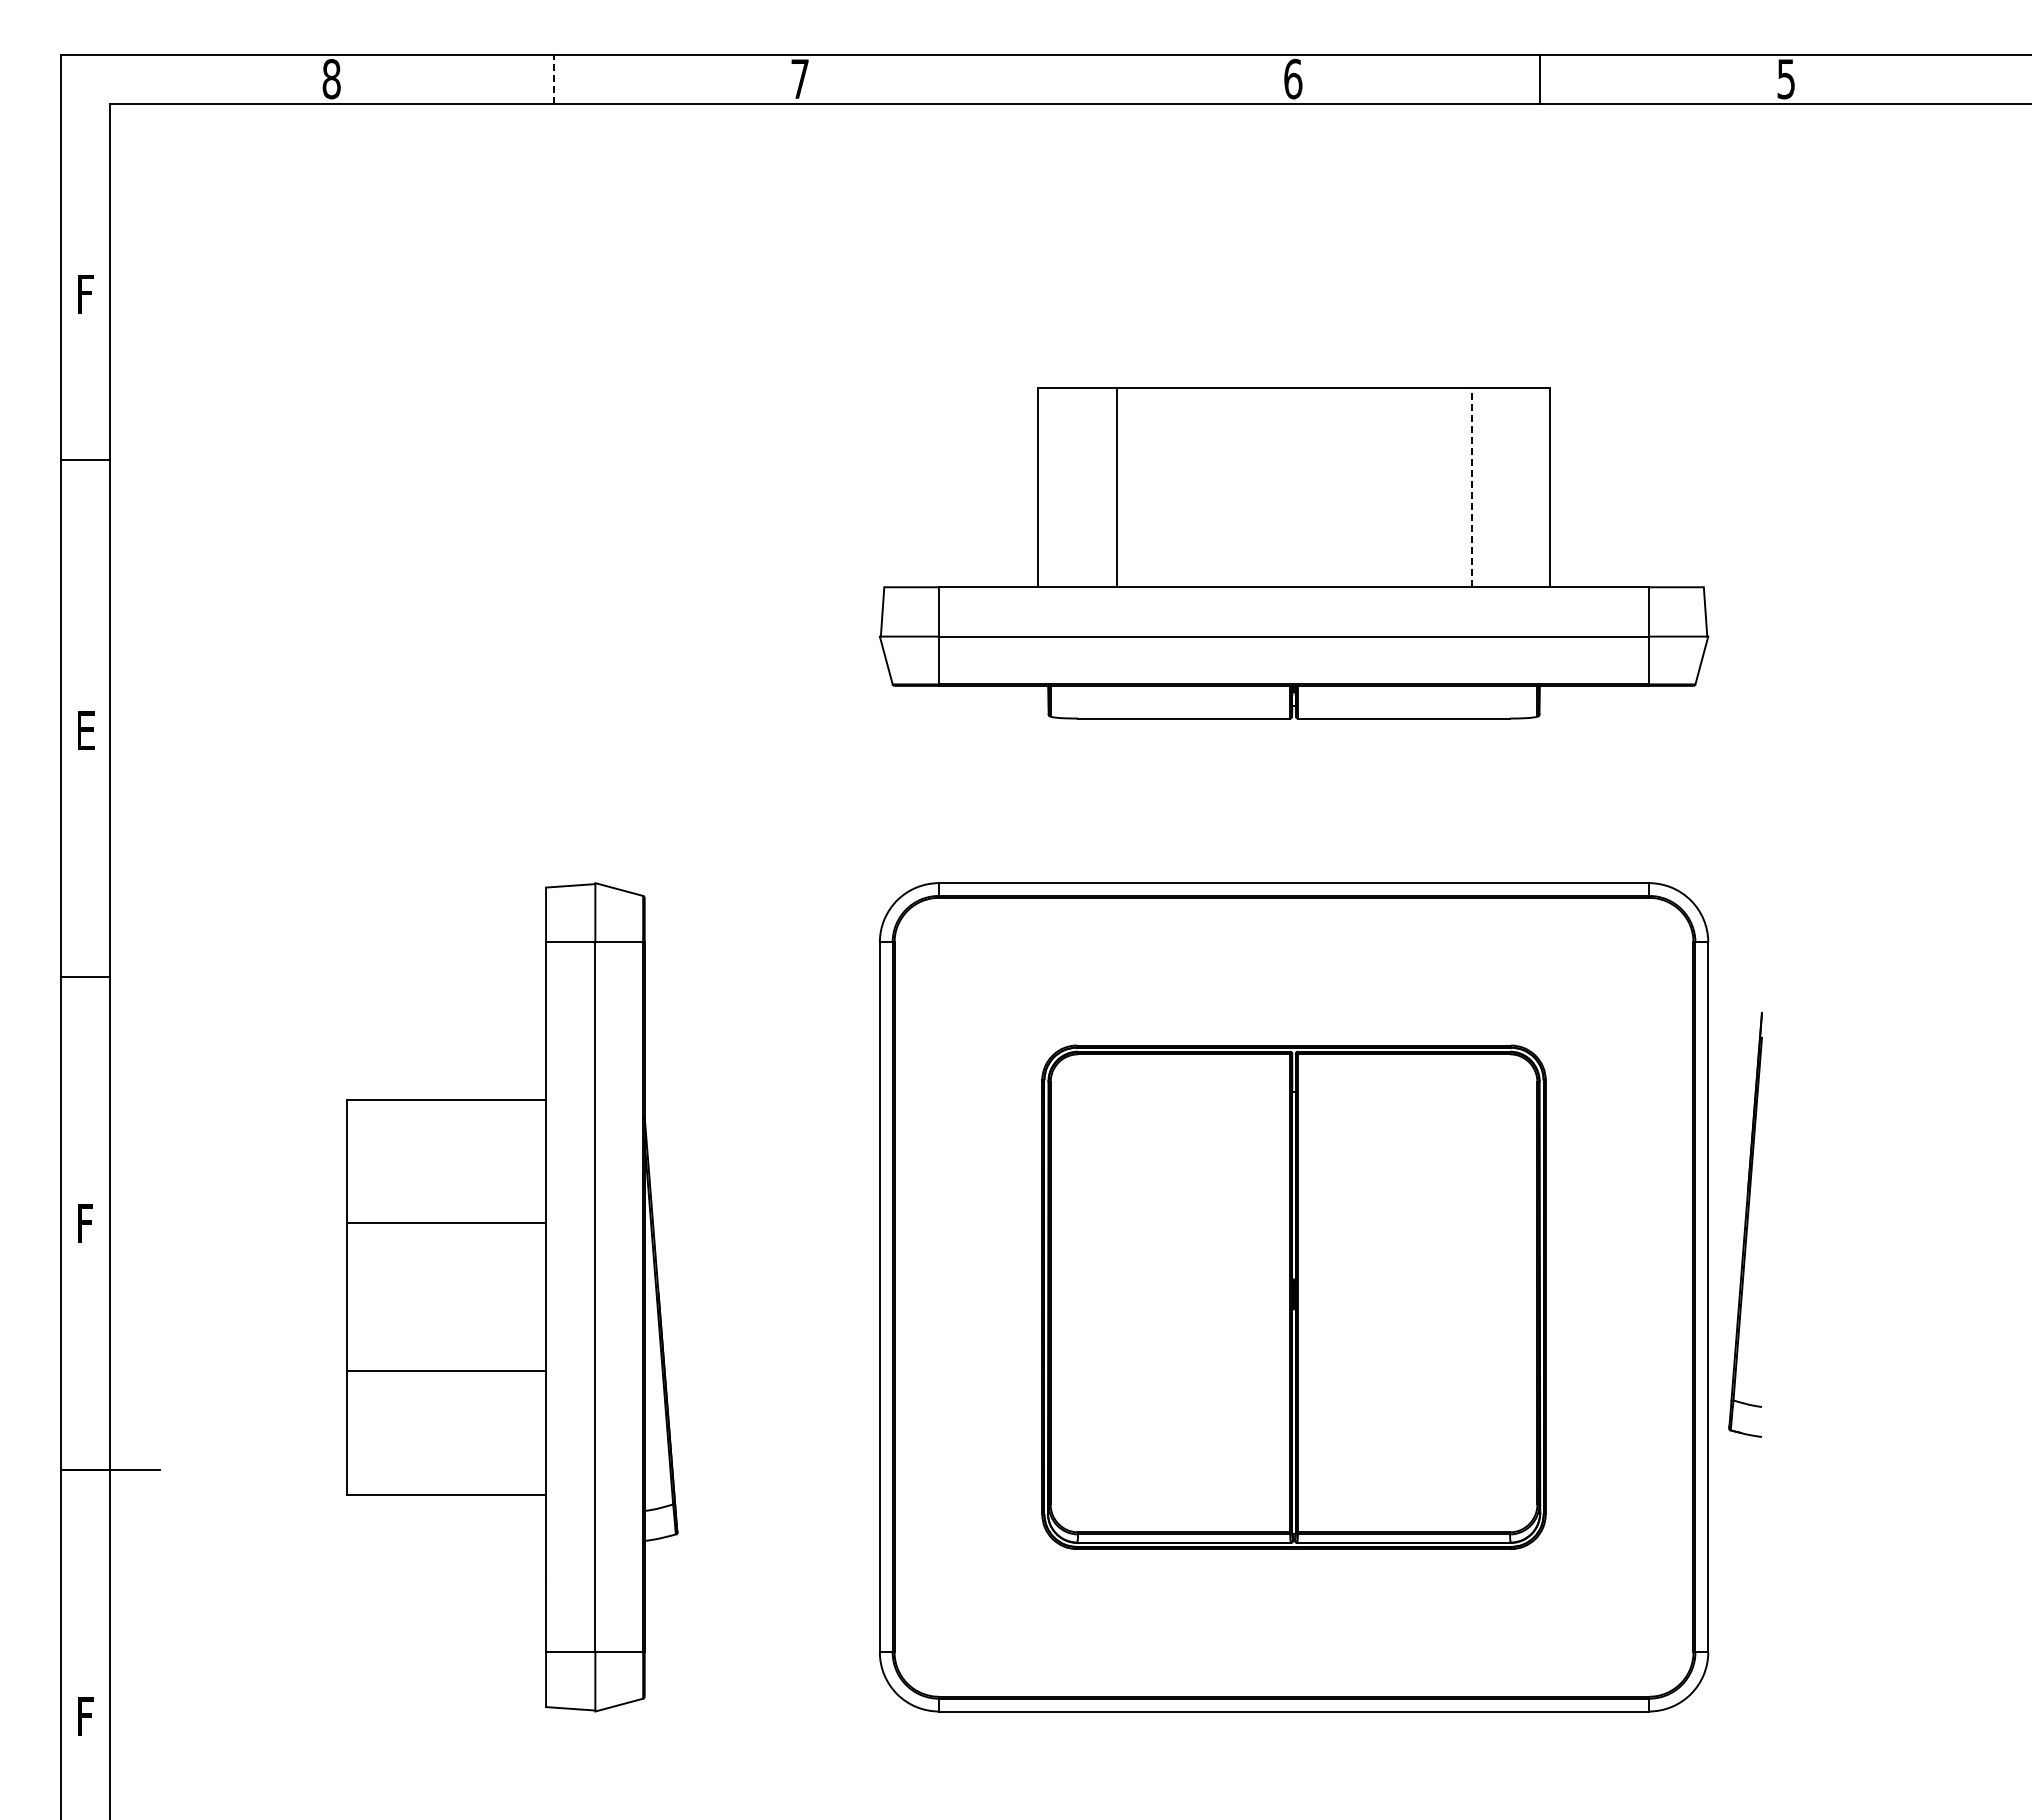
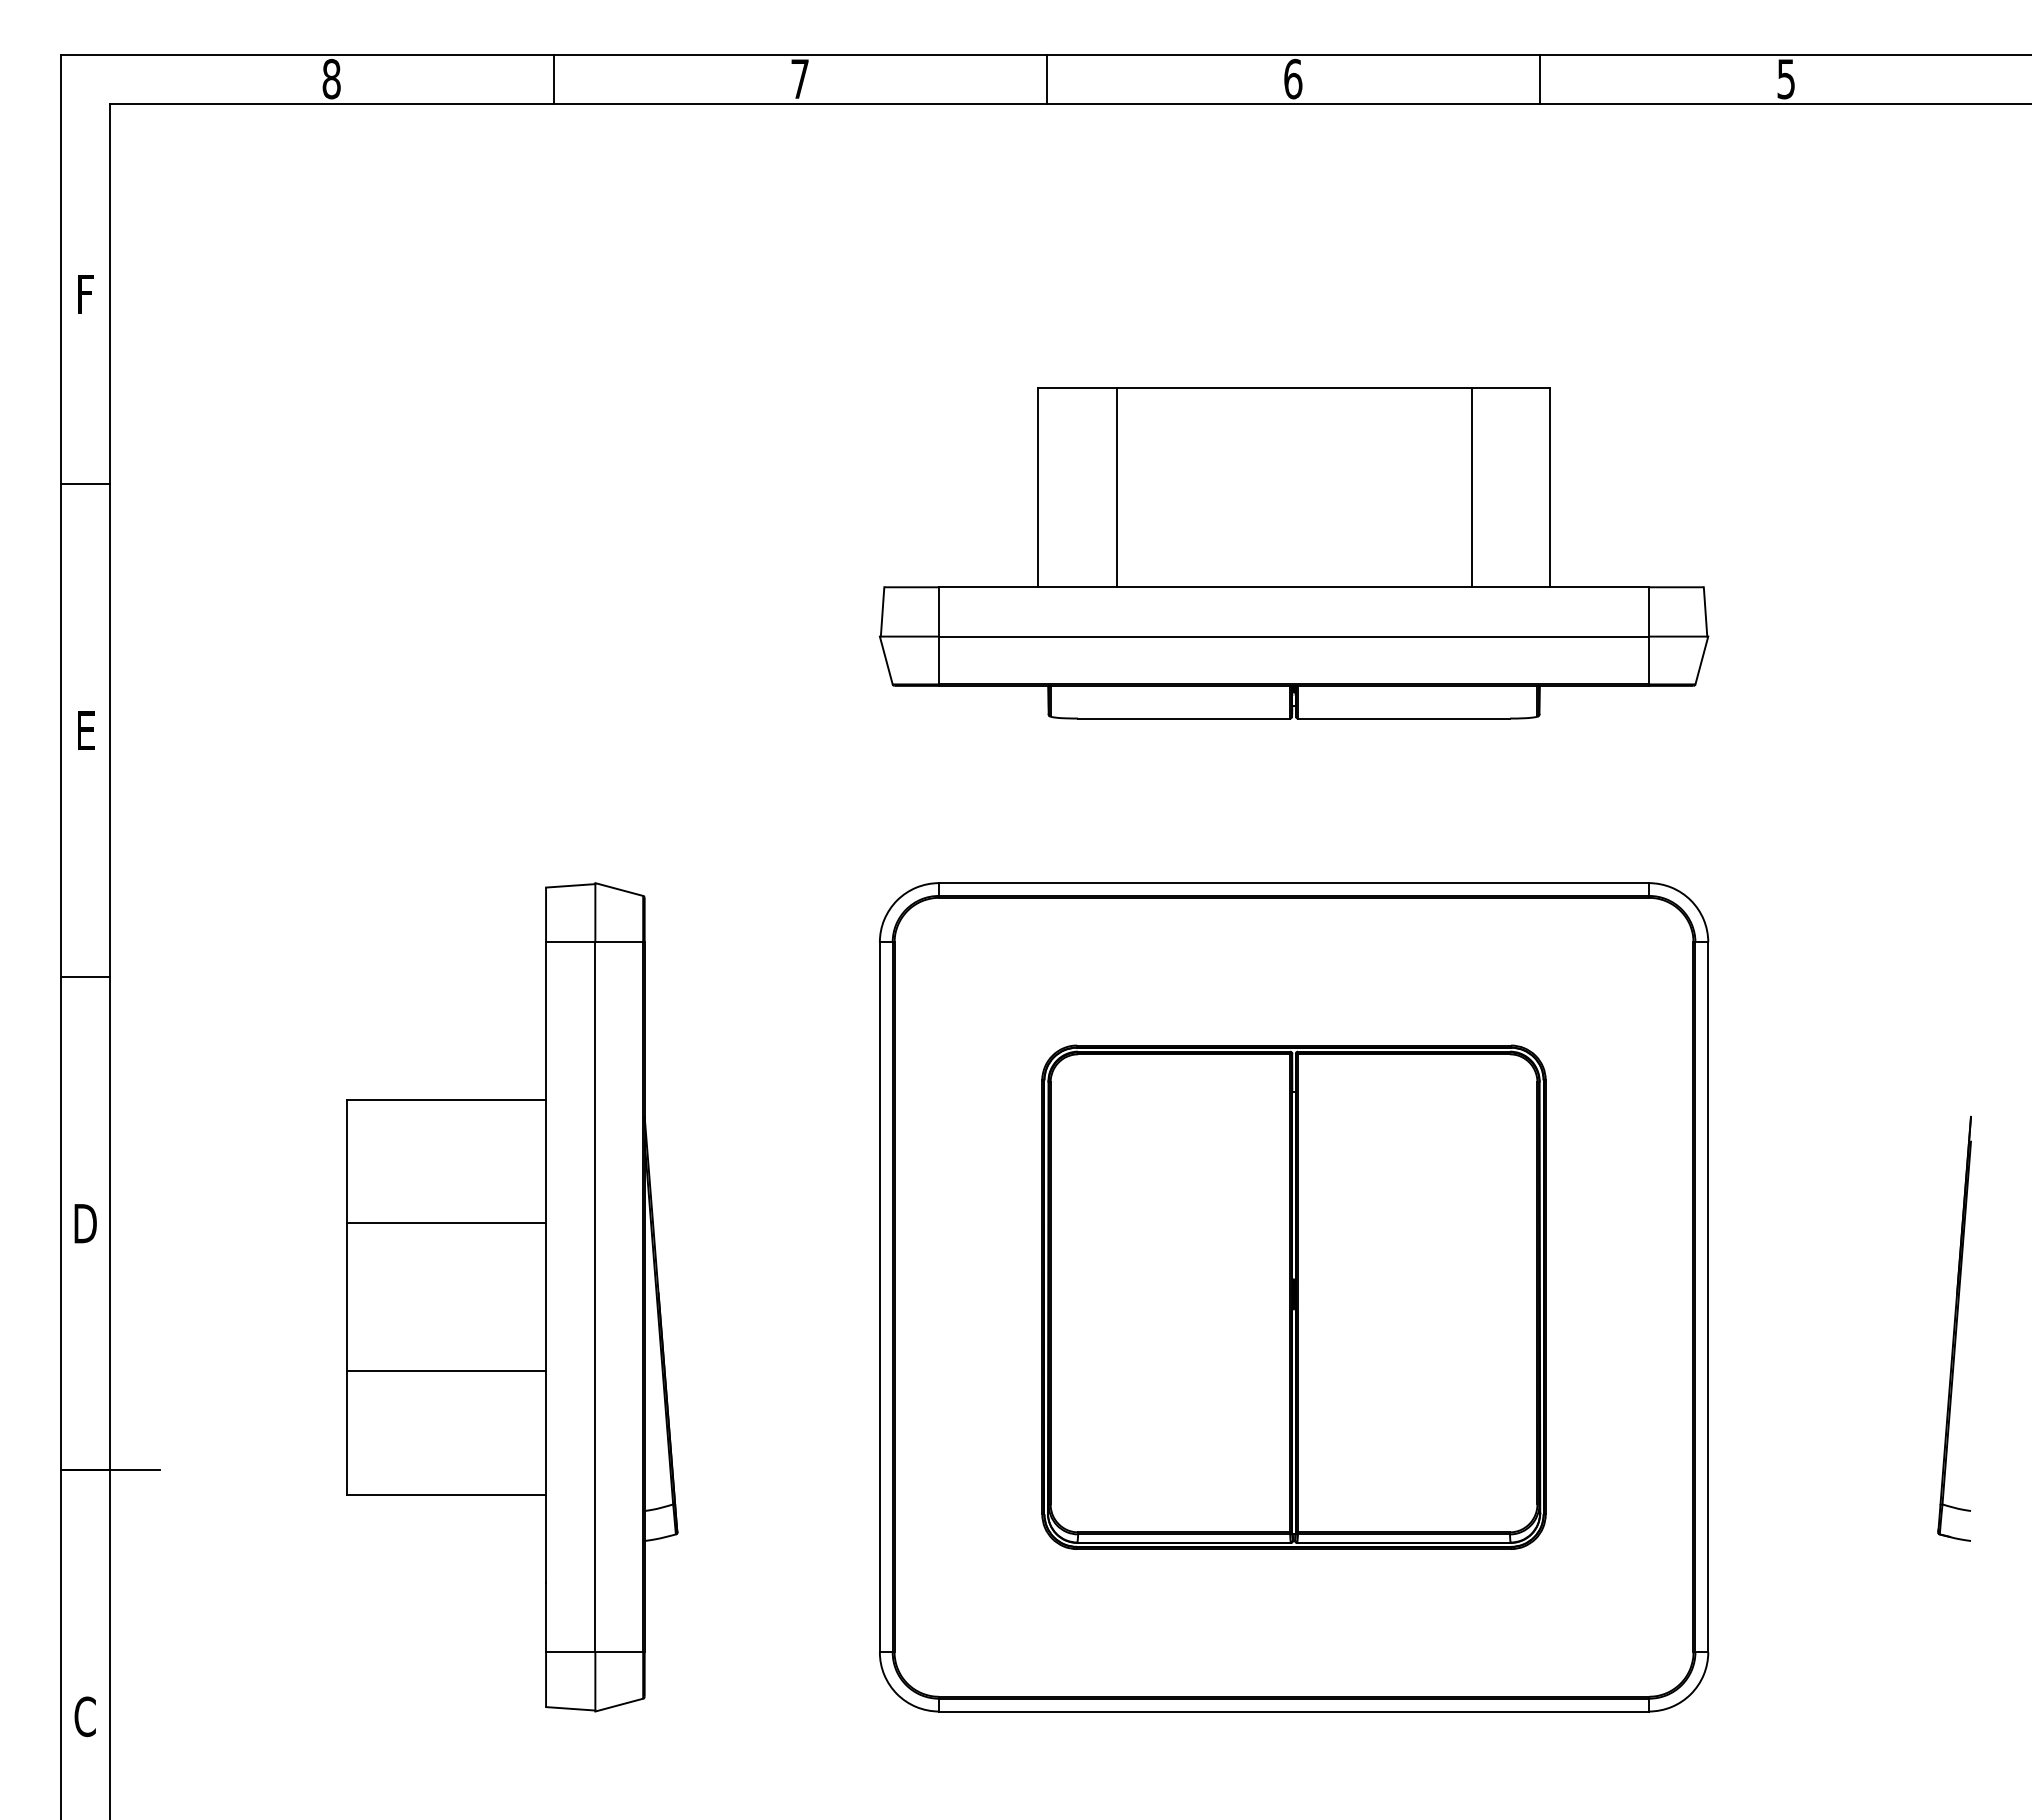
line at (1047, 78): none -> present
line at (554, 79): dashed -> solid
line at (85, 459) position: (85, 459) -> (85, 483)
line at (1471, 487): dashed -> solid
text at (85, 1223): F -> D
part at (1745, 1224) position: (1745, 1224) -> (1954, 1328)
text at (84, 1716): F -> C
